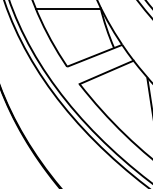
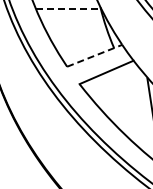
line at (69, 9): solid -> dashed
line at (94, 55): solid -> dashed
